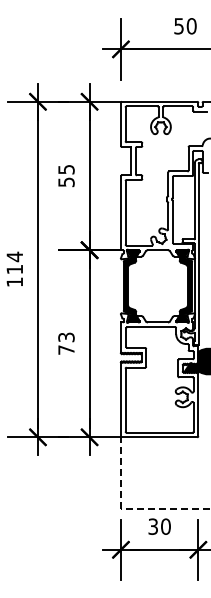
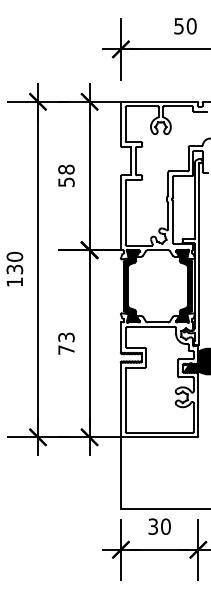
text at (66, 169): 55 -> 58
text at (14, 262): 114 -> 130
line at (128, 508): dashed -> solid
